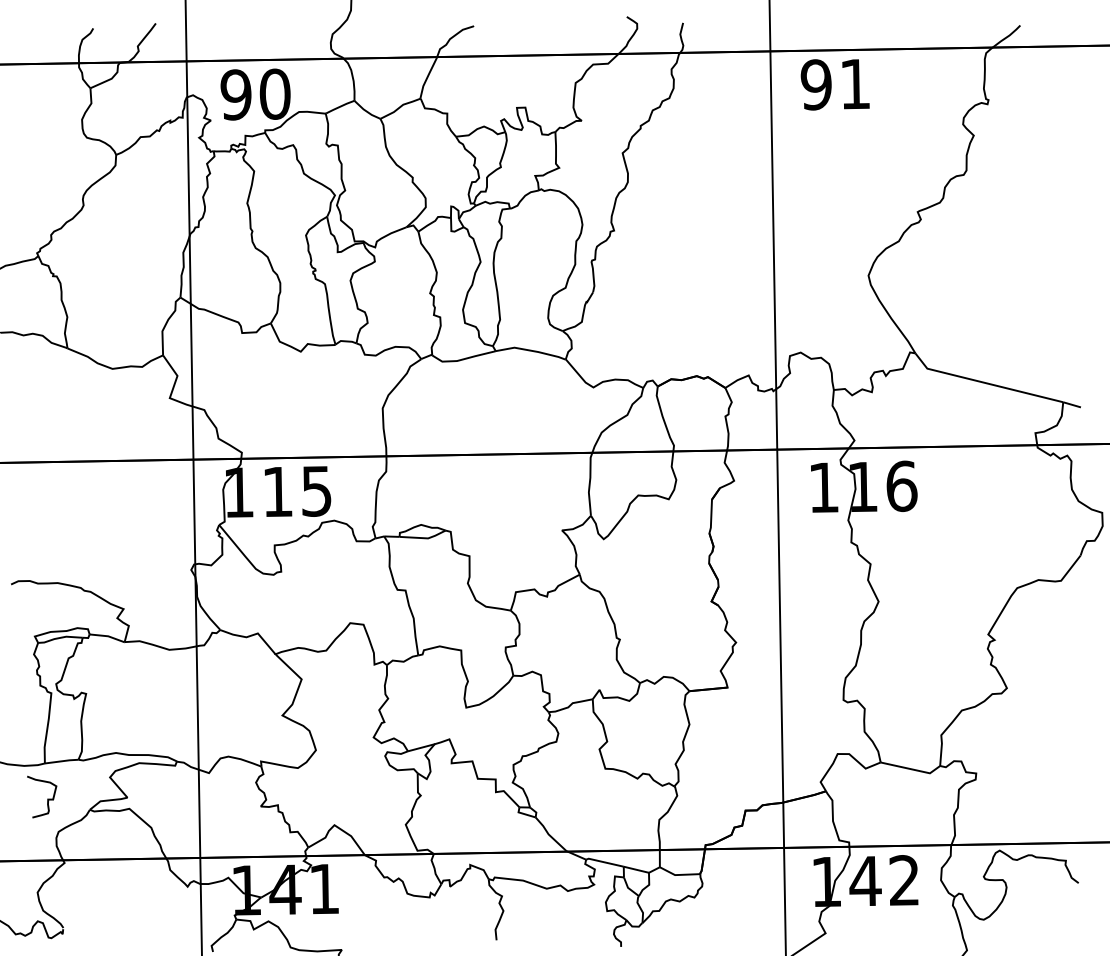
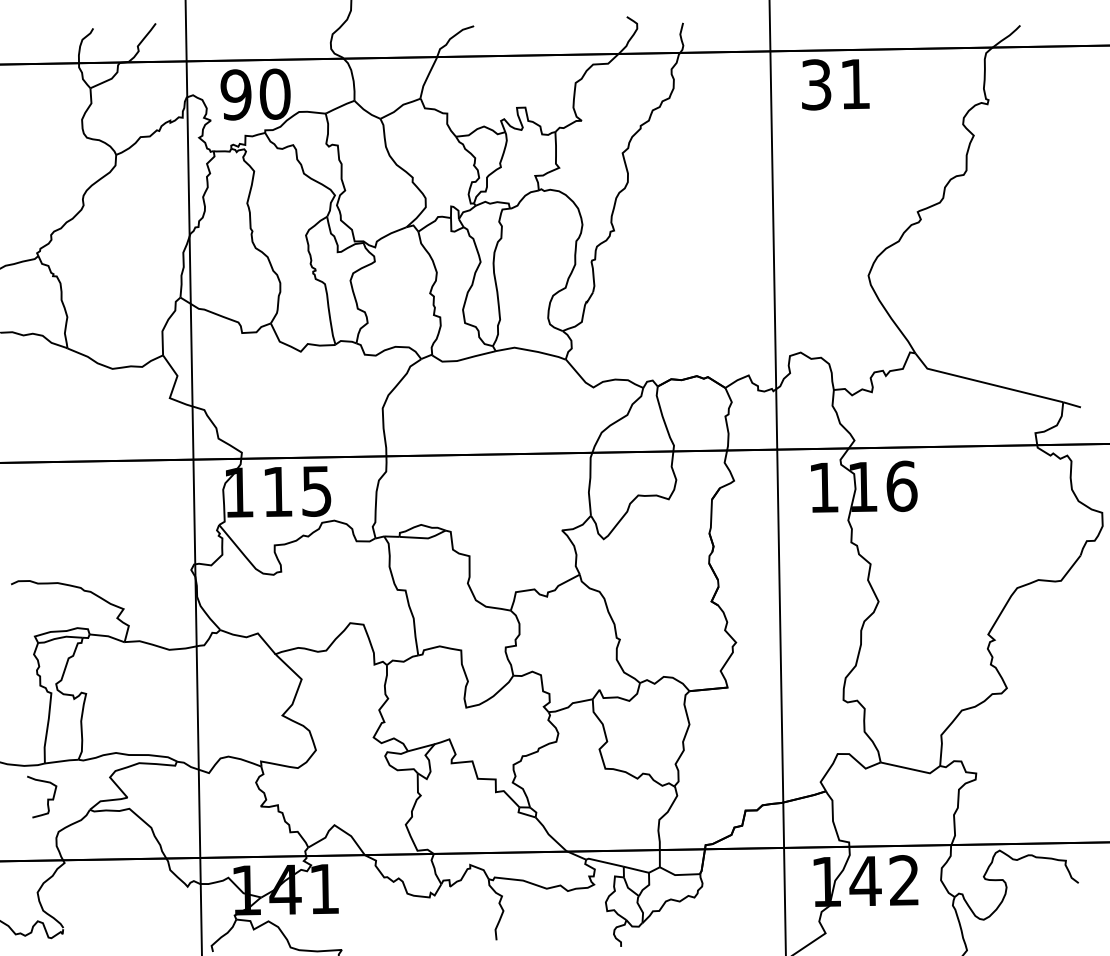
text at (815, 84): 91 -> 31
